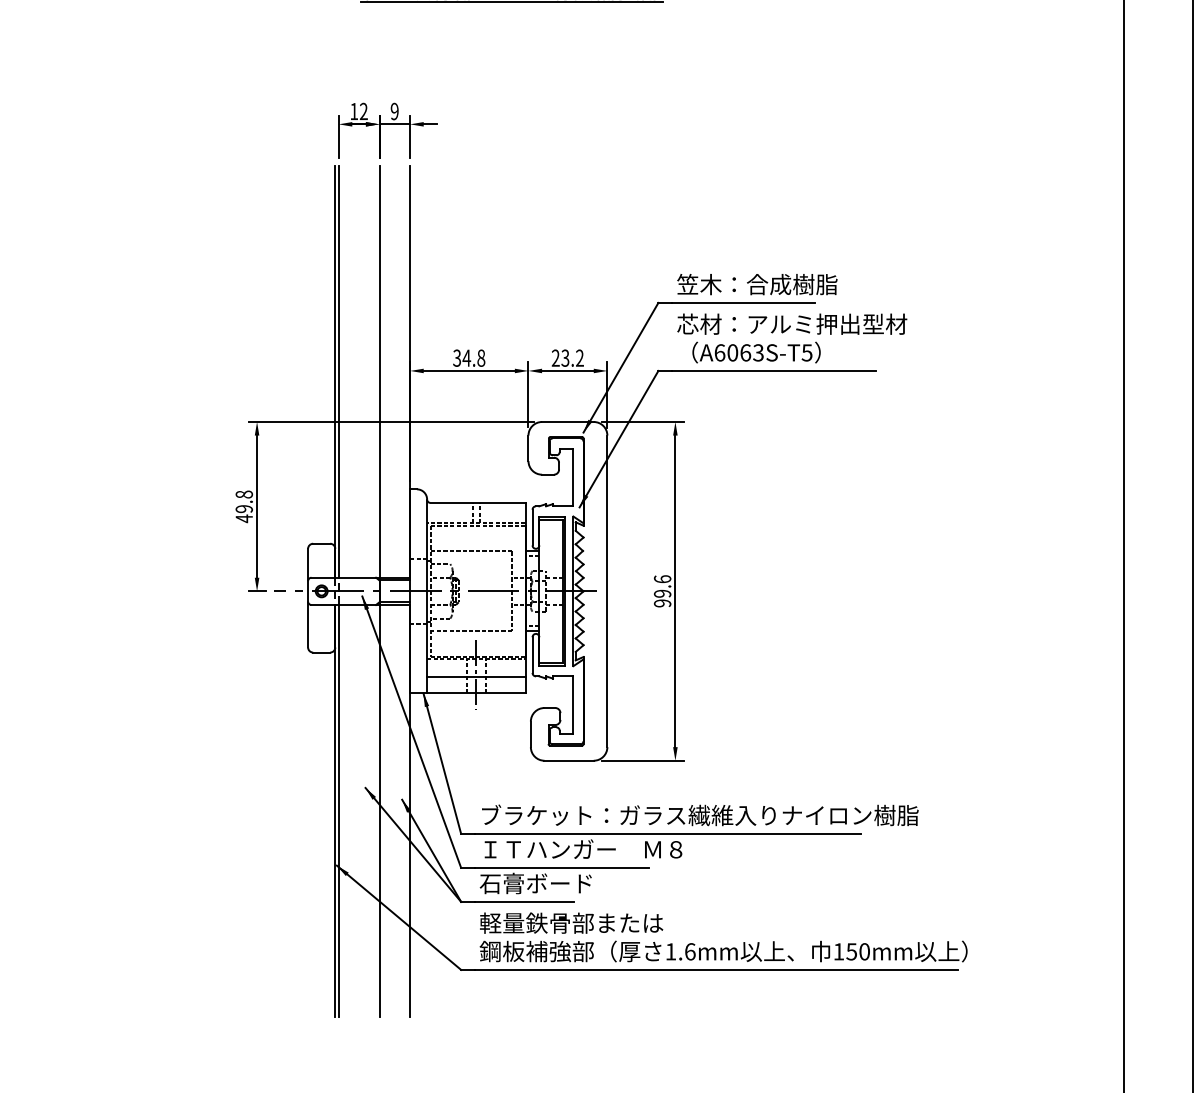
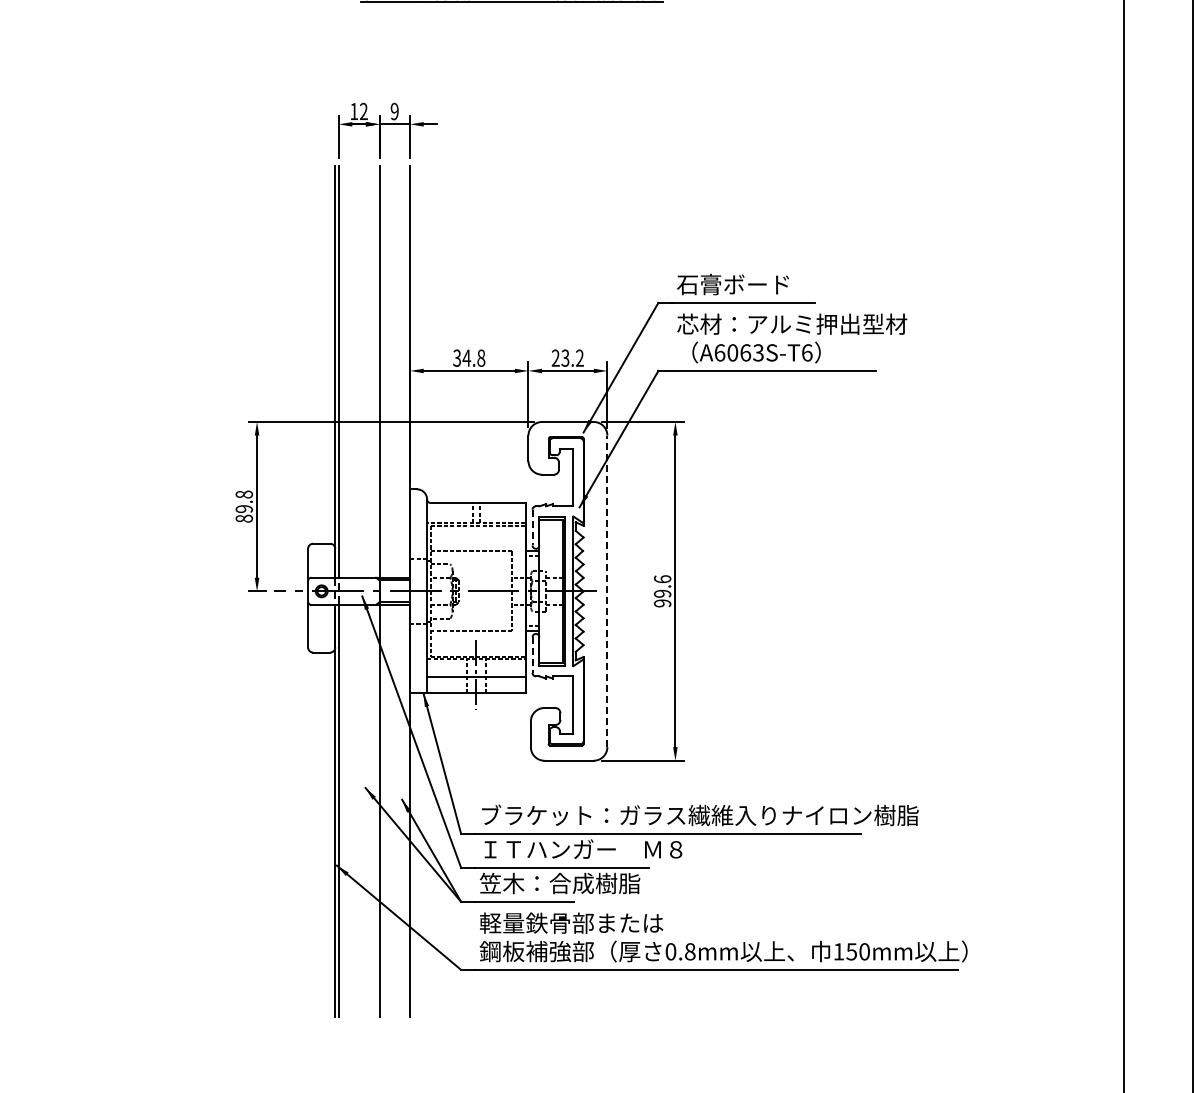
text at (757, 284): 笠木：合成樹脂 -> 石膏ボード
text at (806, 352): A6063S-T5 -> A6063S-T6
text at (244, 518): 49.8 -> 89.8
line at (532, 527): solid -> dashed
line at (607, 591): solid -> dashed
line at (532, 655): solid -> dashed
text at (559, 883): 石膏ボード -> 笠木：合成樹脂
text at (680, 951): 1.6mm -> 0.8mm
